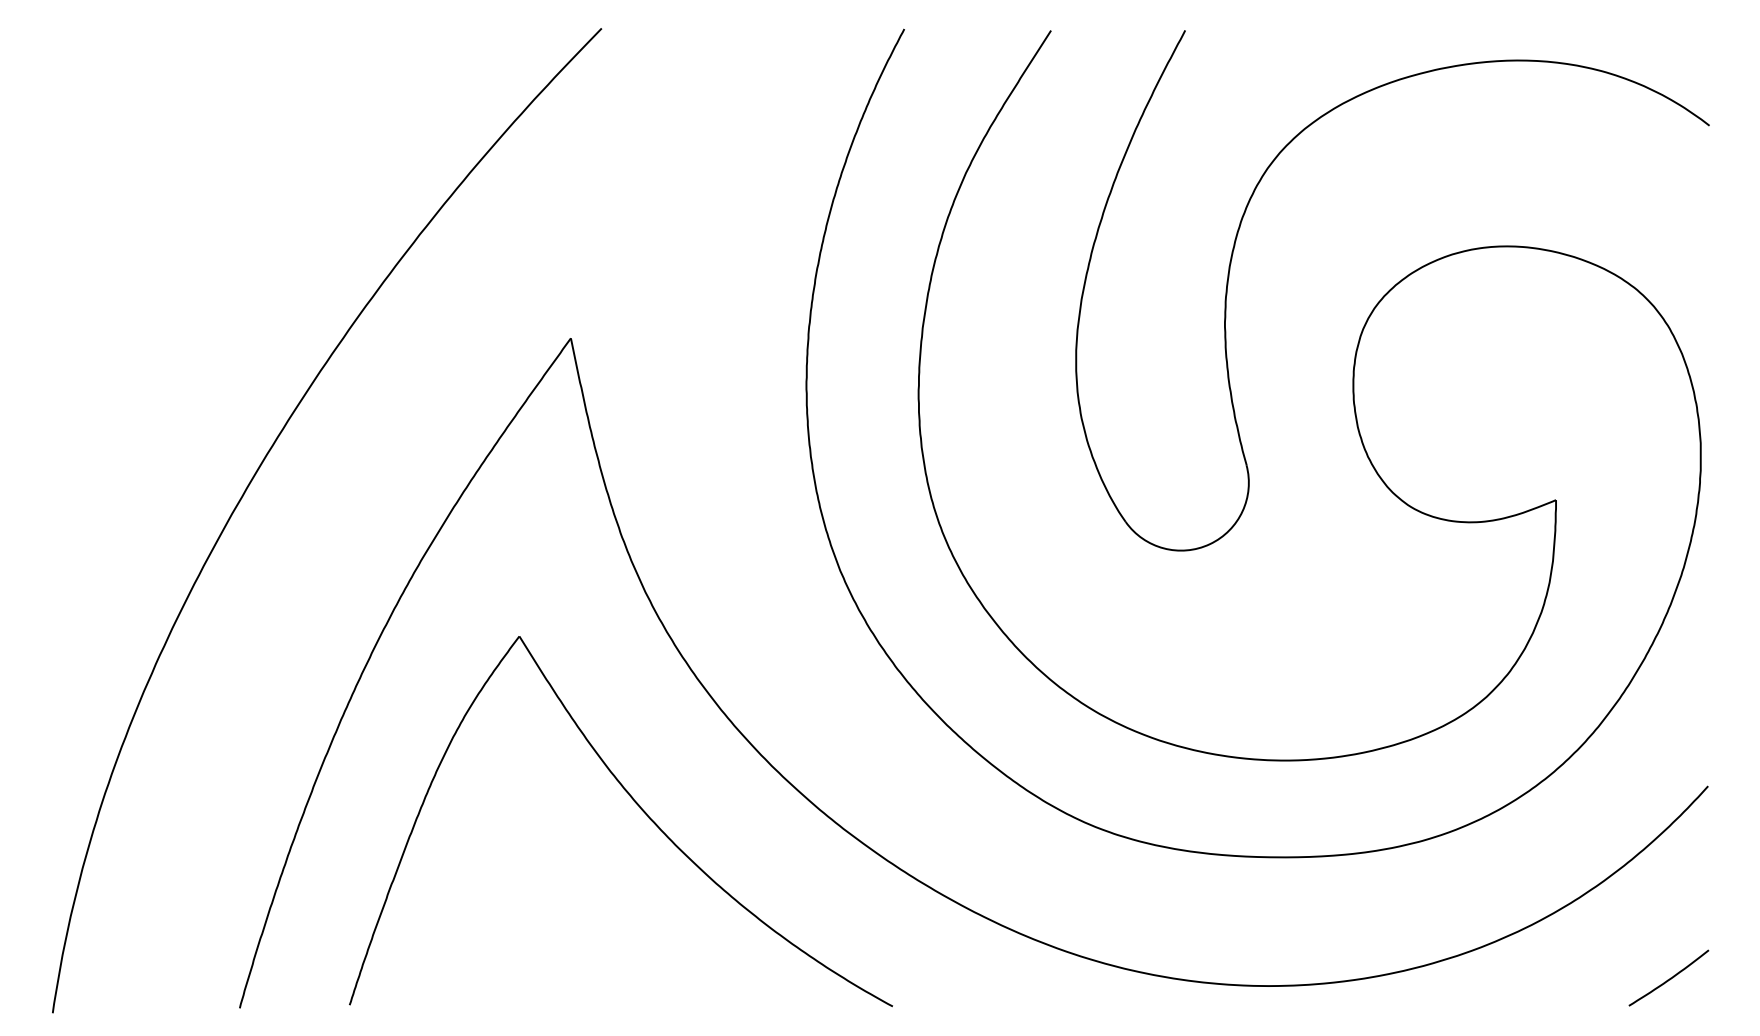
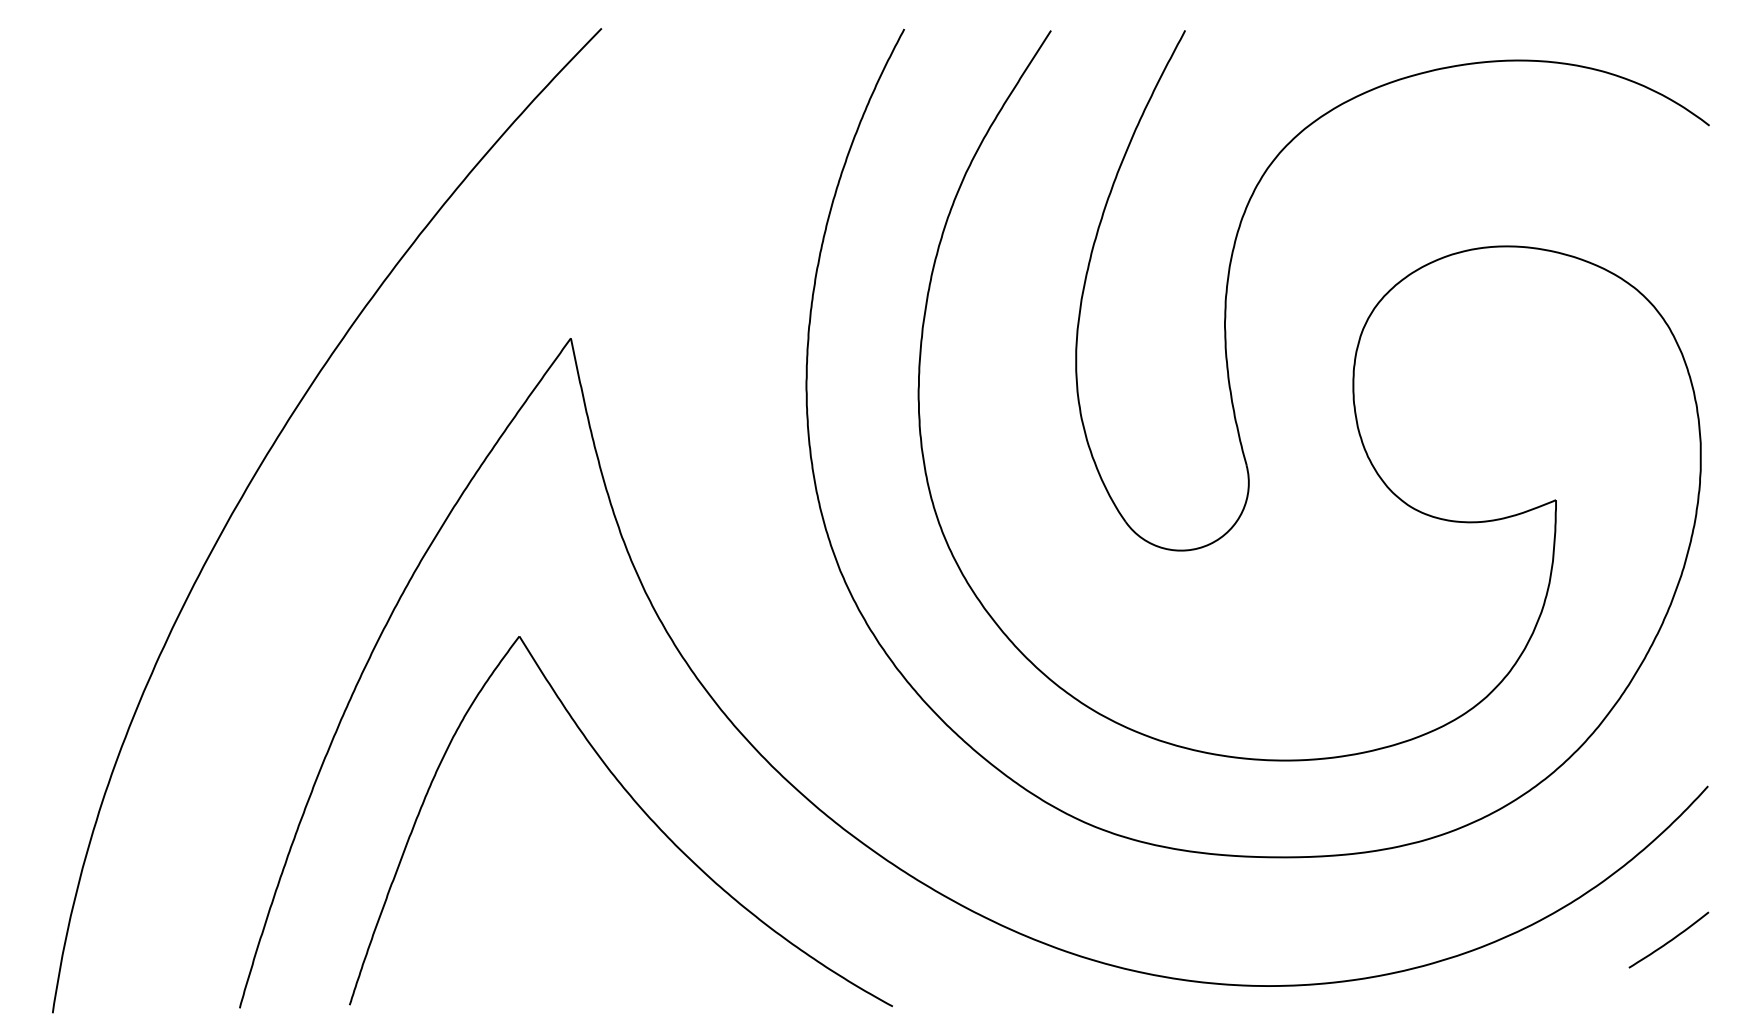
curve at (1669, 978) position: (1669, 978) -> (1669, 940)
